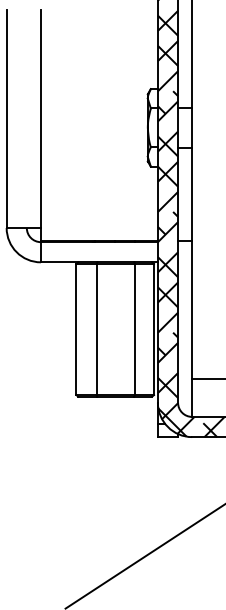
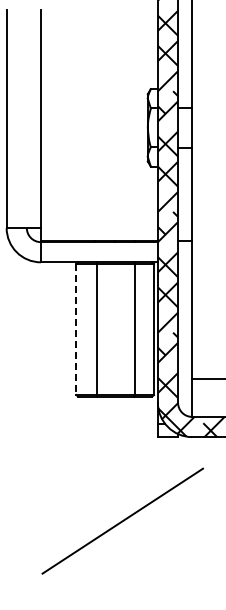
line at (76, 329): solid -> dashed
line at (145, 555) position: (145, 555) -> (122, 520)
